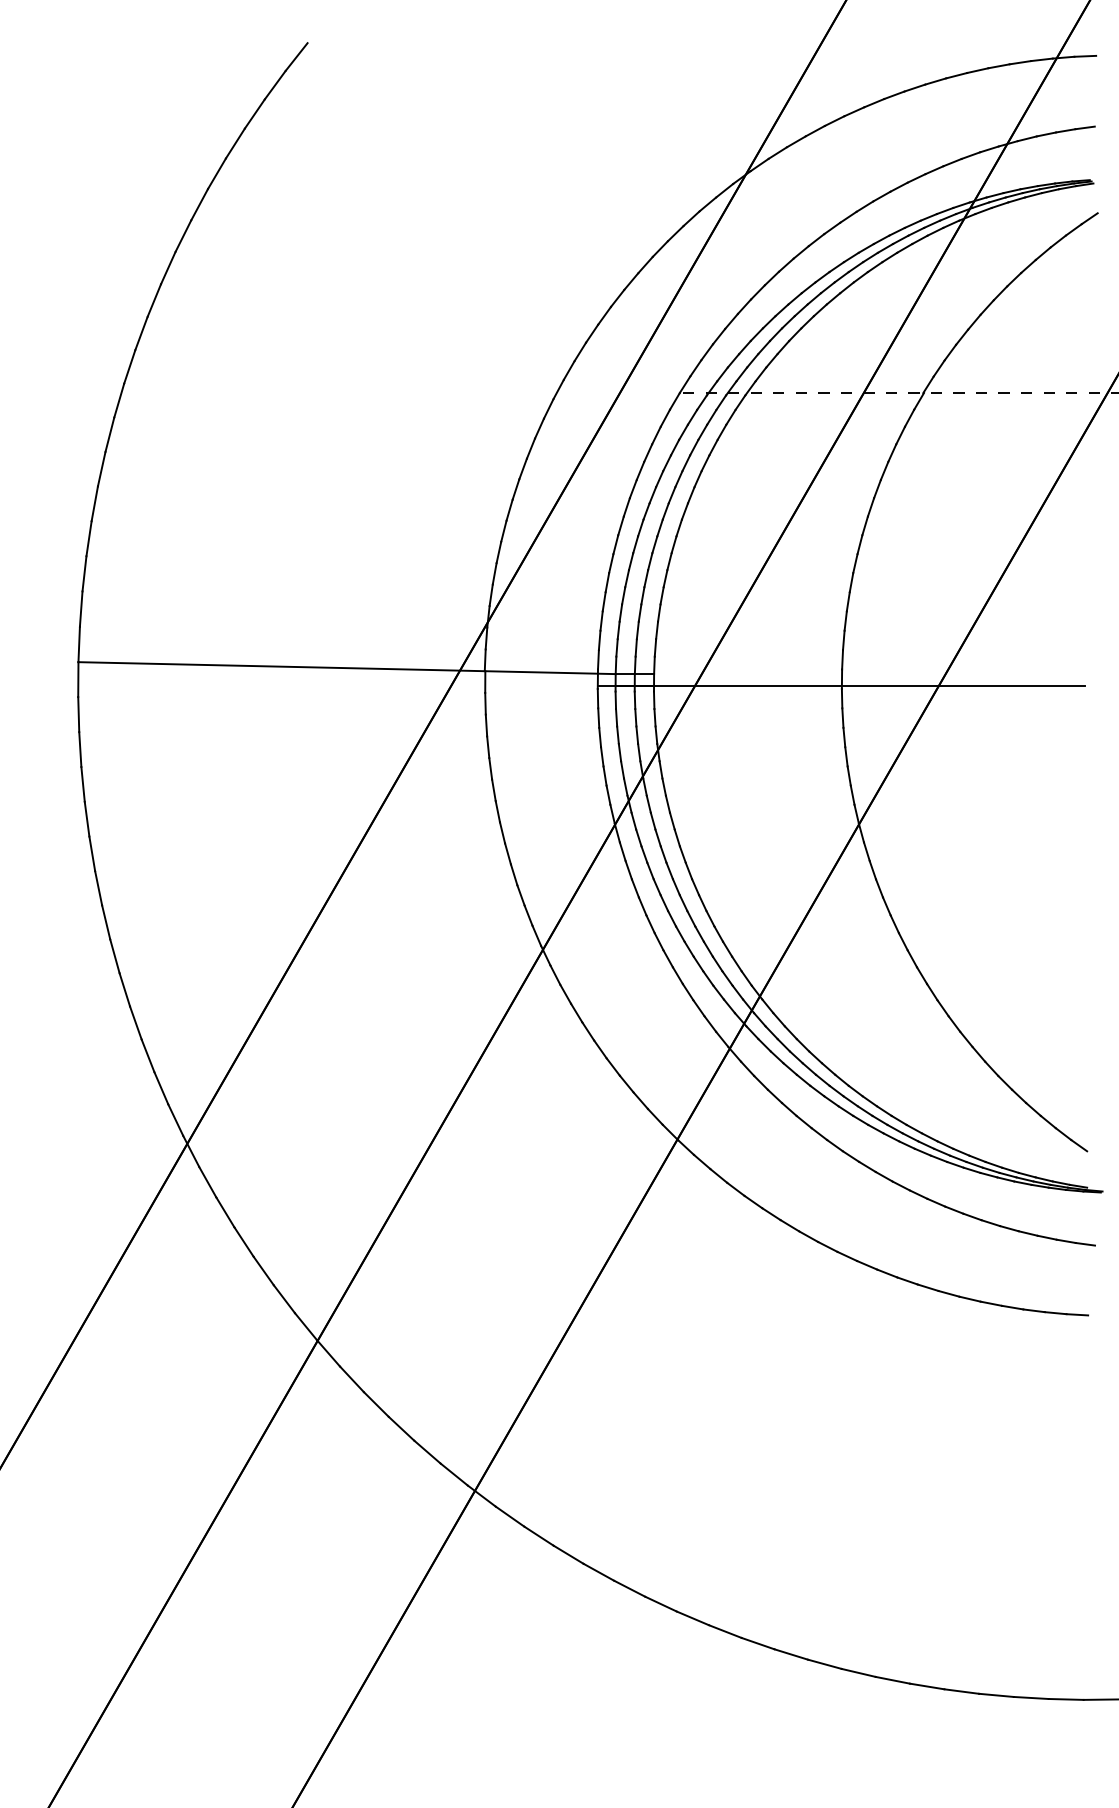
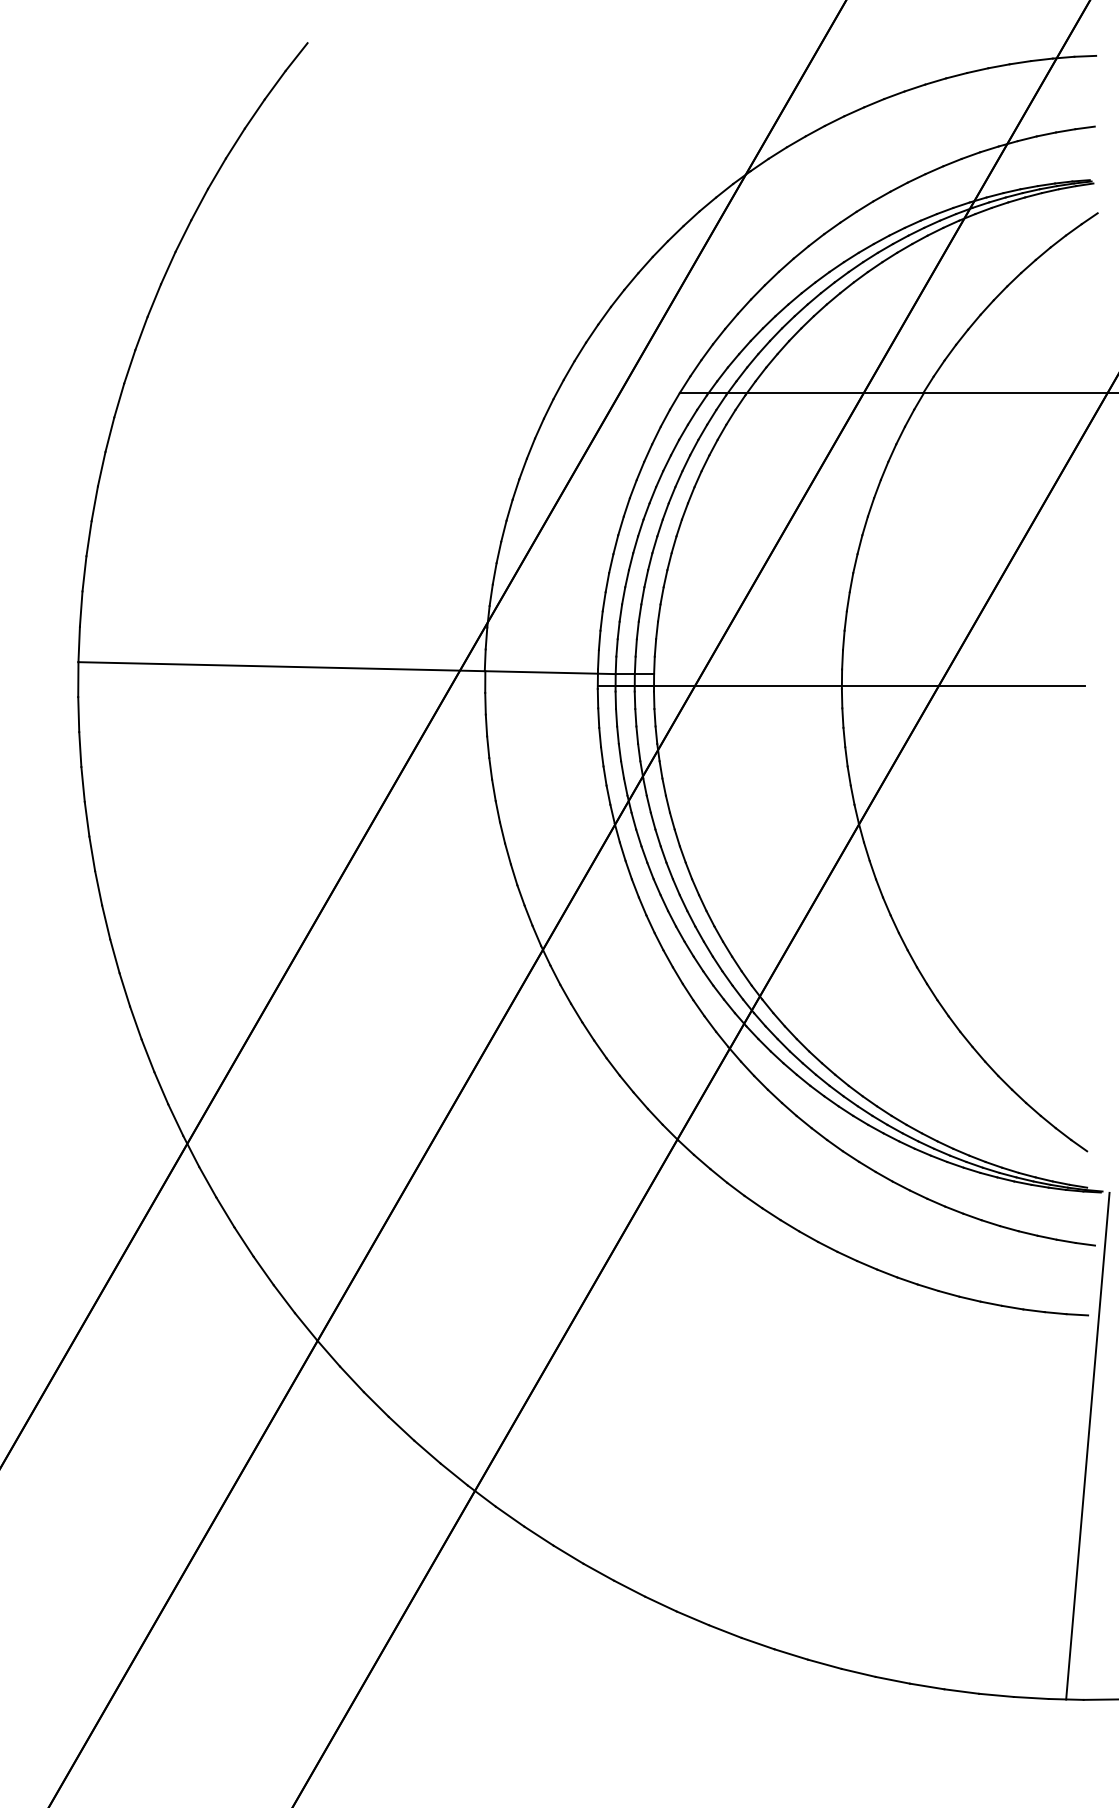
line at (898, 393): dashed -> solid
line at (1087, 1445): none -> present
